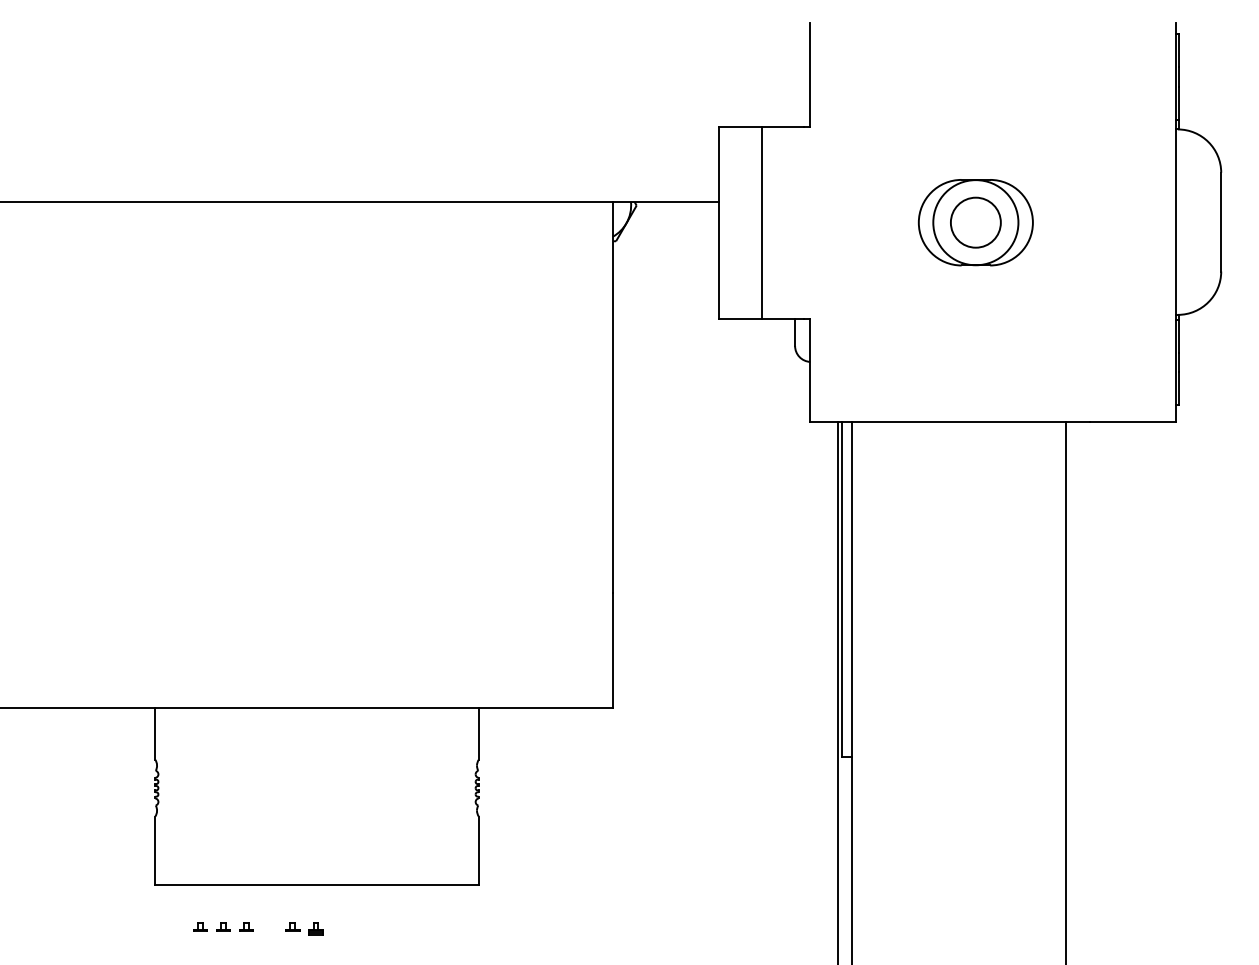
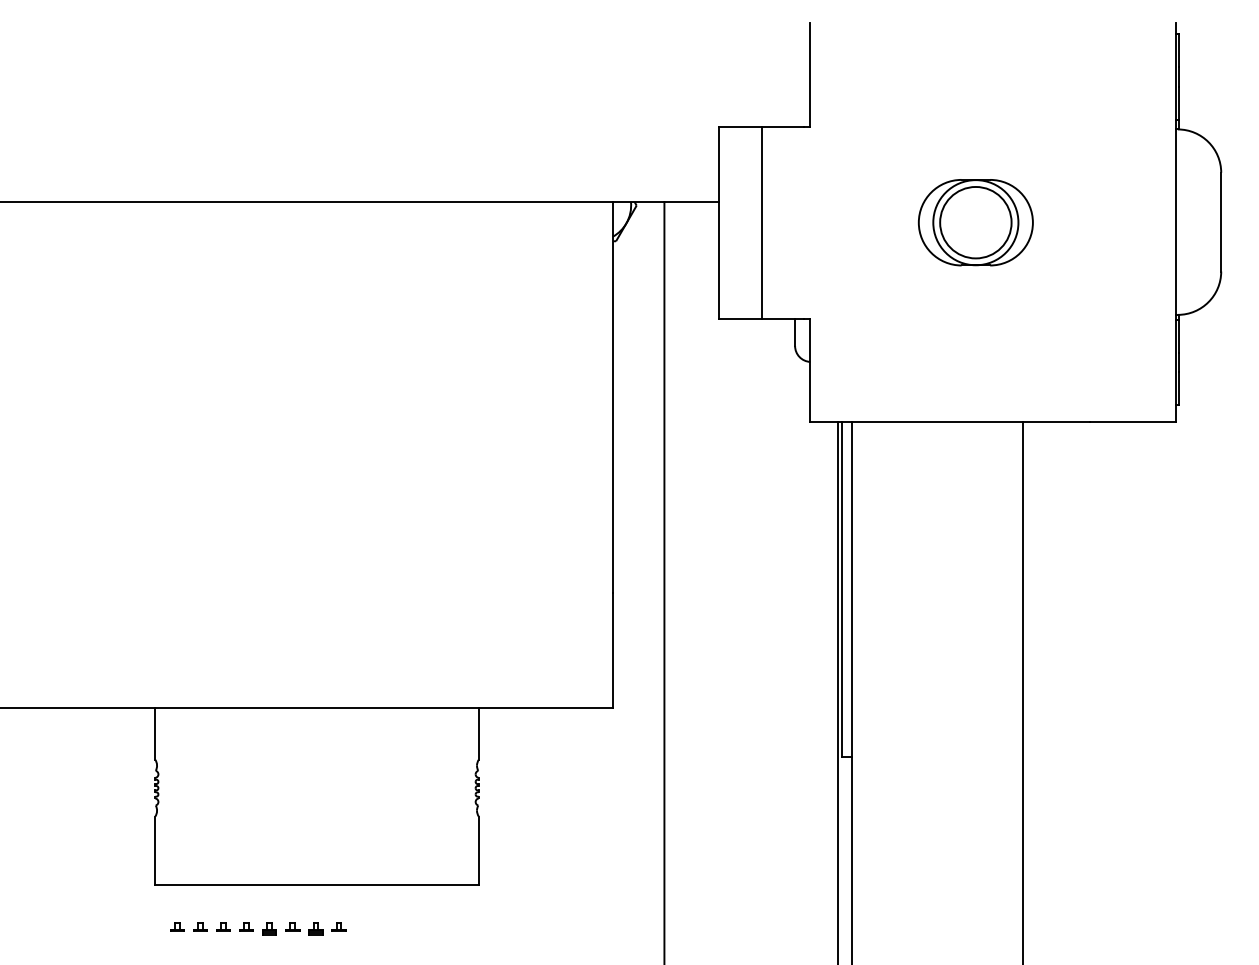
circle at (975, 222) diameter: 50 px -> 71 px
line at (664, 581): none -> present
line at (1066, 691) position: (1066, 691) -> (1023, 691)
part at (177, 926): none -> present
part at (338, 926): none -> present
part at (269, 928): none -> present
